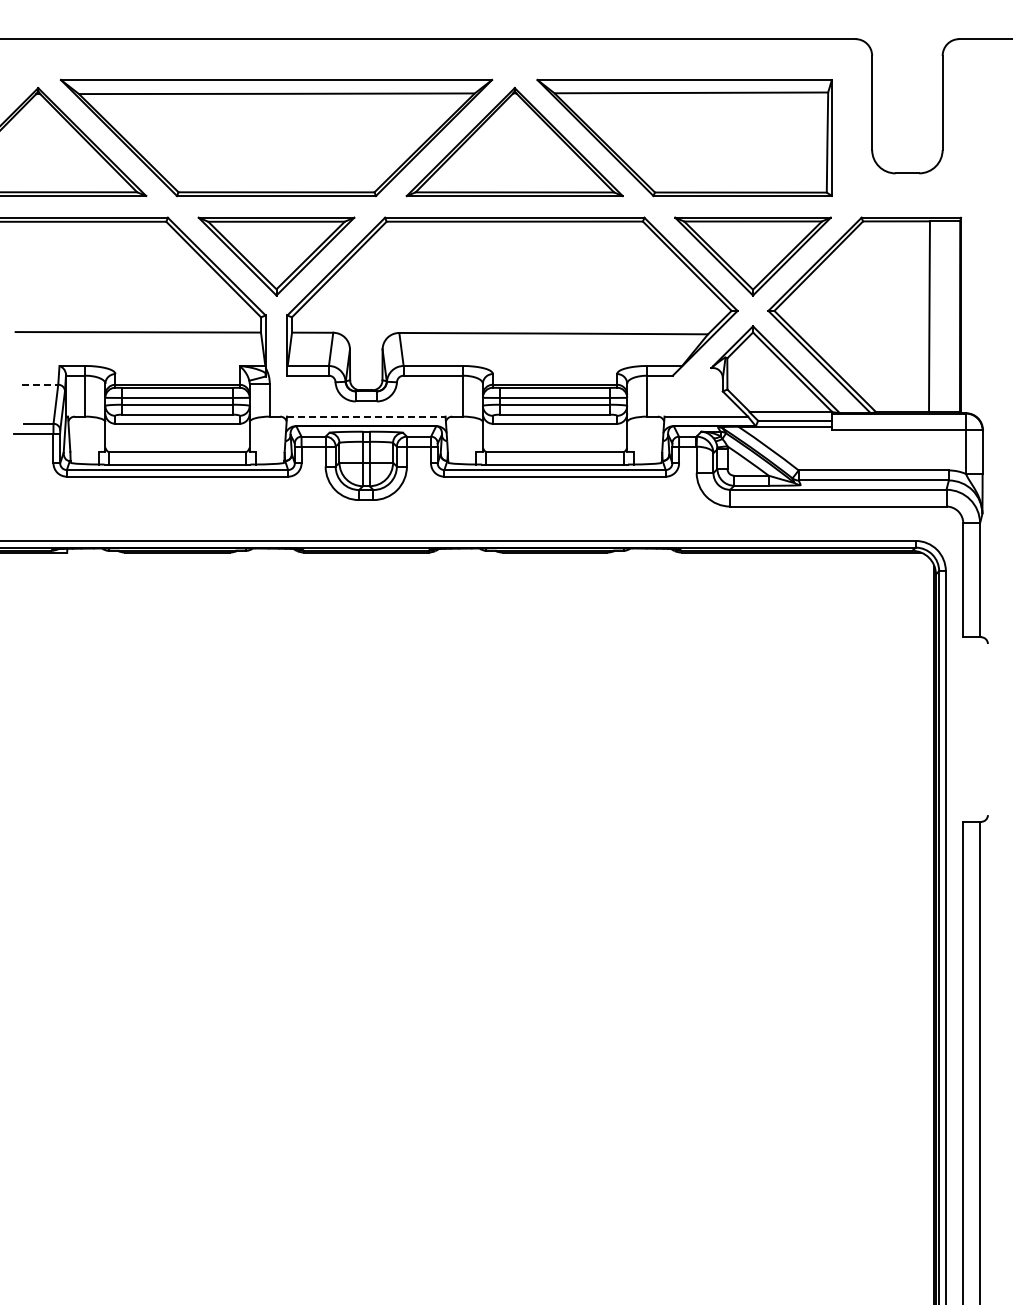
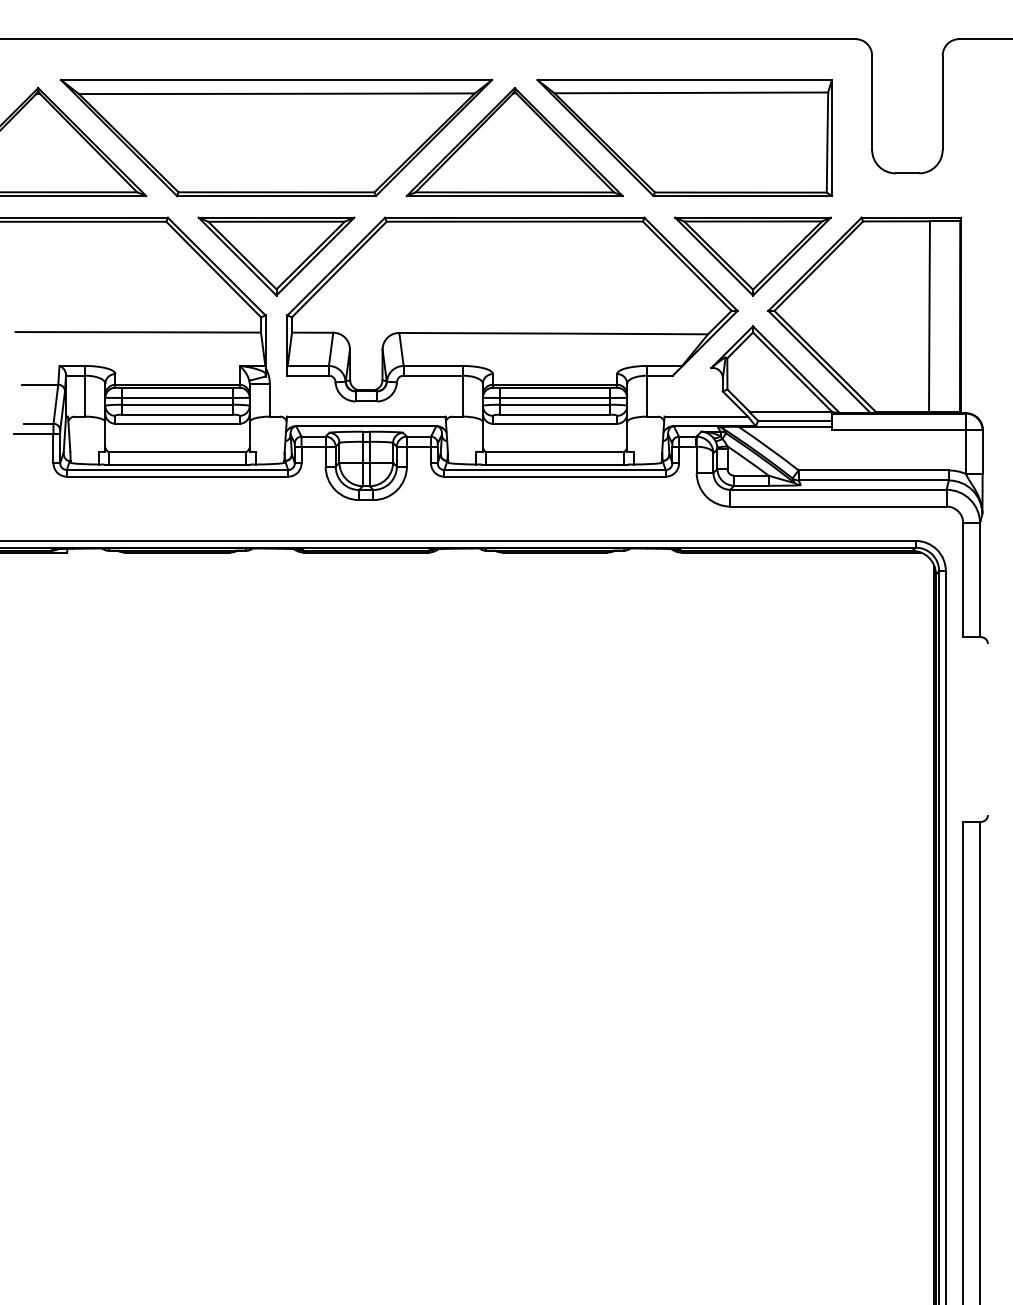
line at (40, 384): dashed -> solid
line at (366, 416): dashed -> solid
